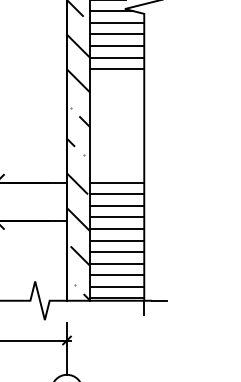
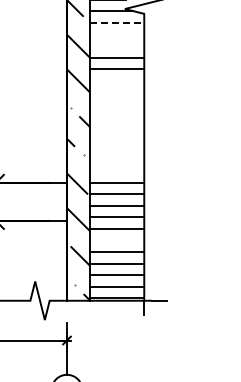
line at (117, 22): solid -> dashed
line at (117, 34): present -> none
line at (117, 45): present -> none
line at (117, 240): present -> none
